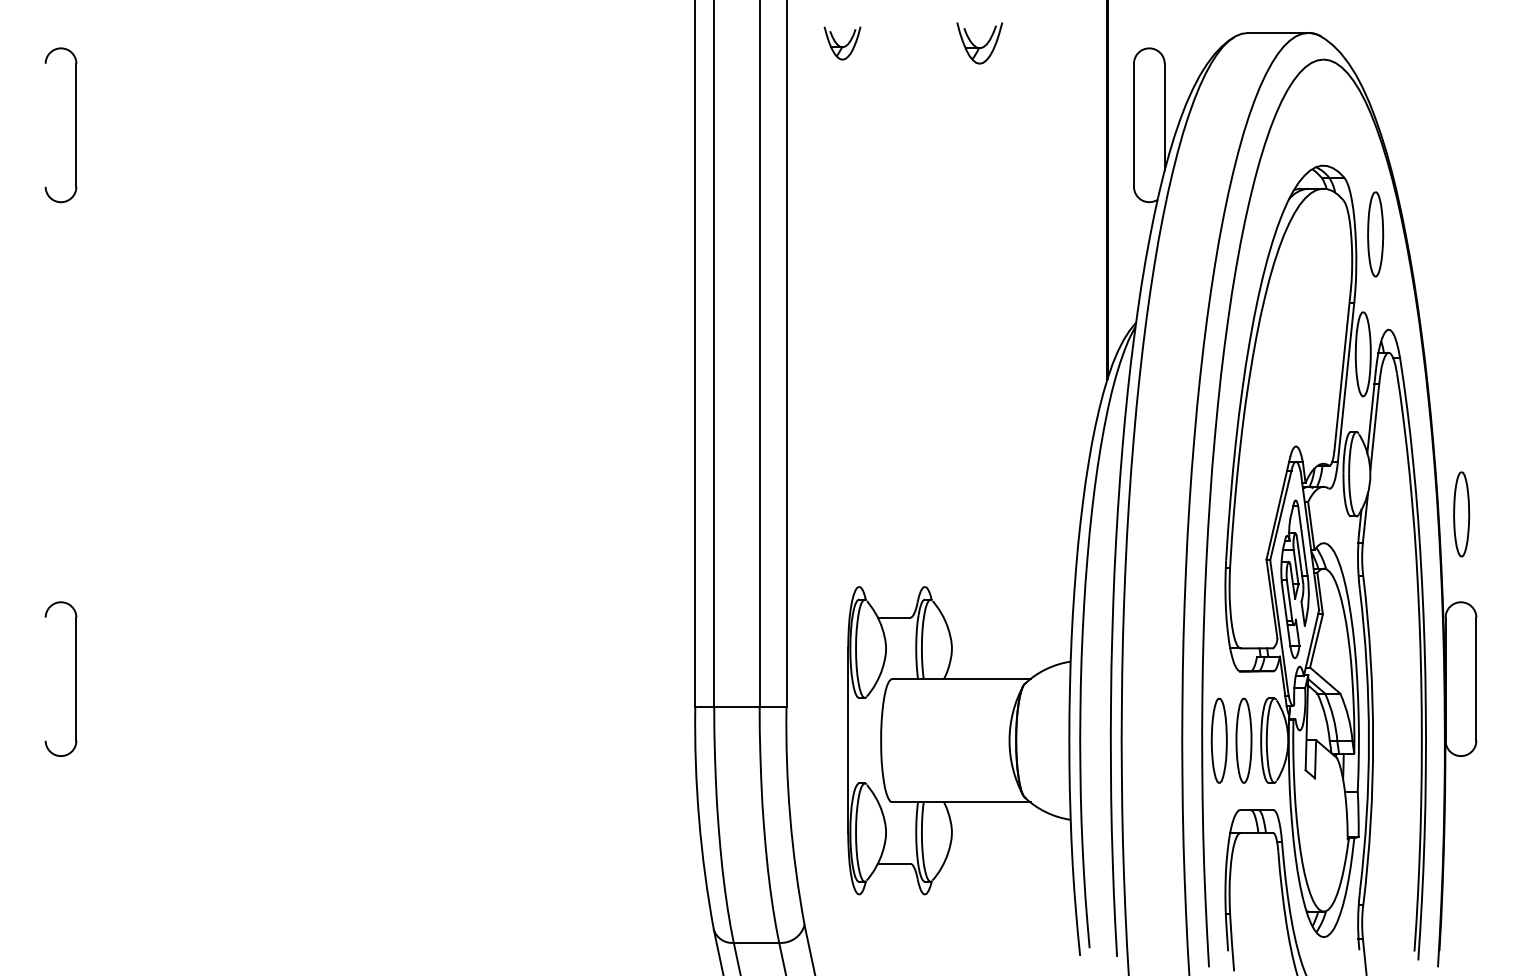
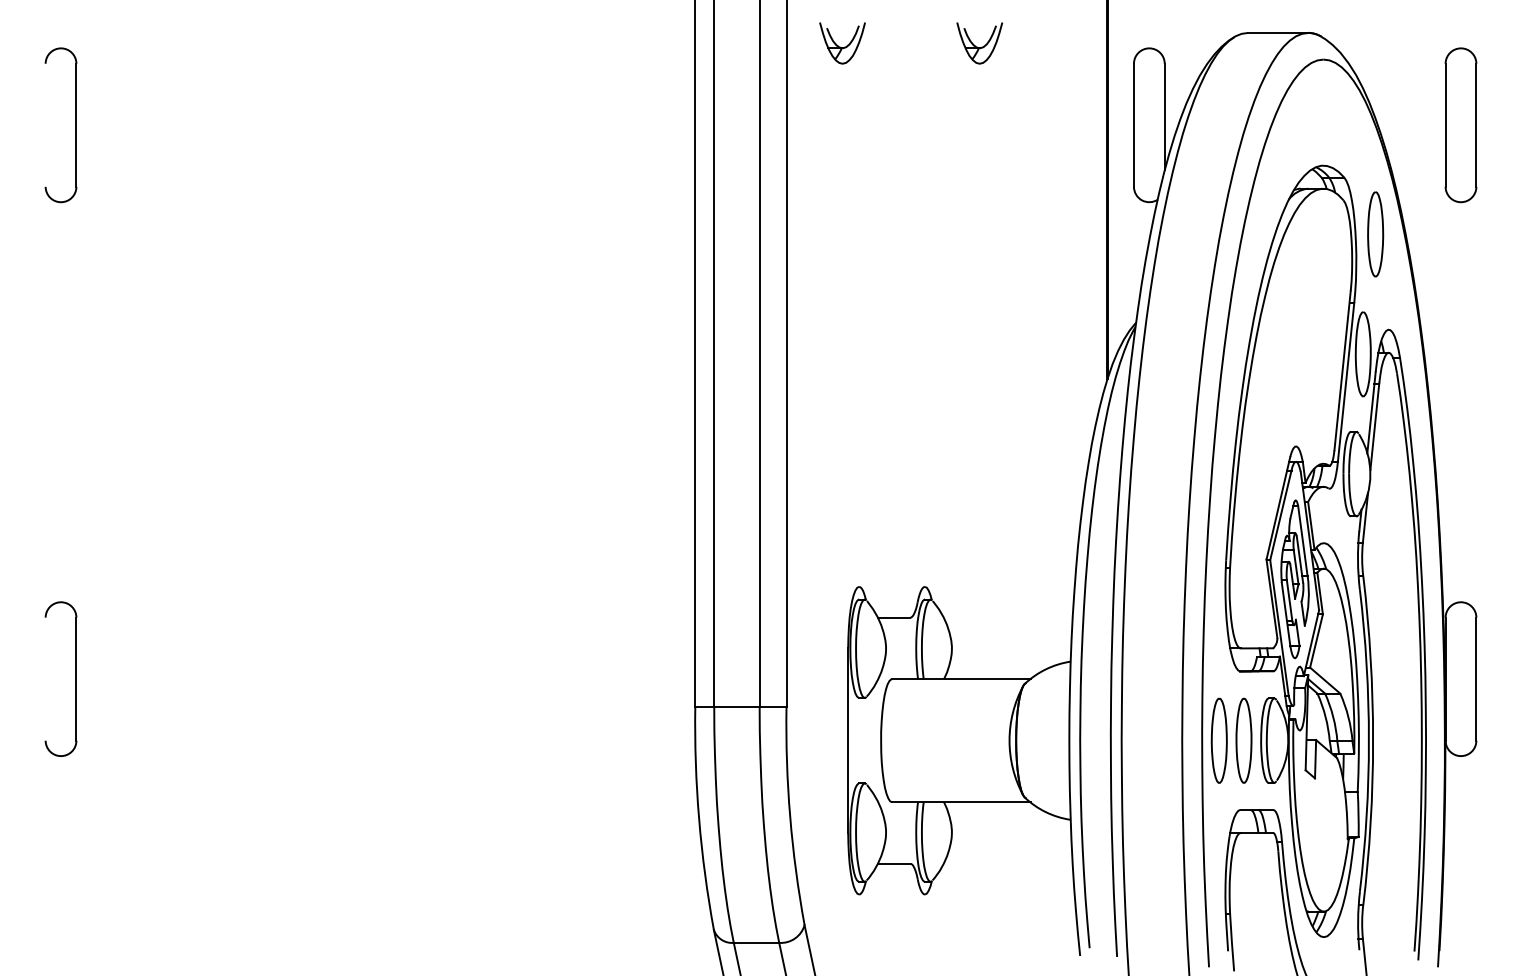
part at (842, 43) size: 39x35 px -> 47x43 px
part at (1460, 125): none -> present
part at (1461, 514): present -> none
